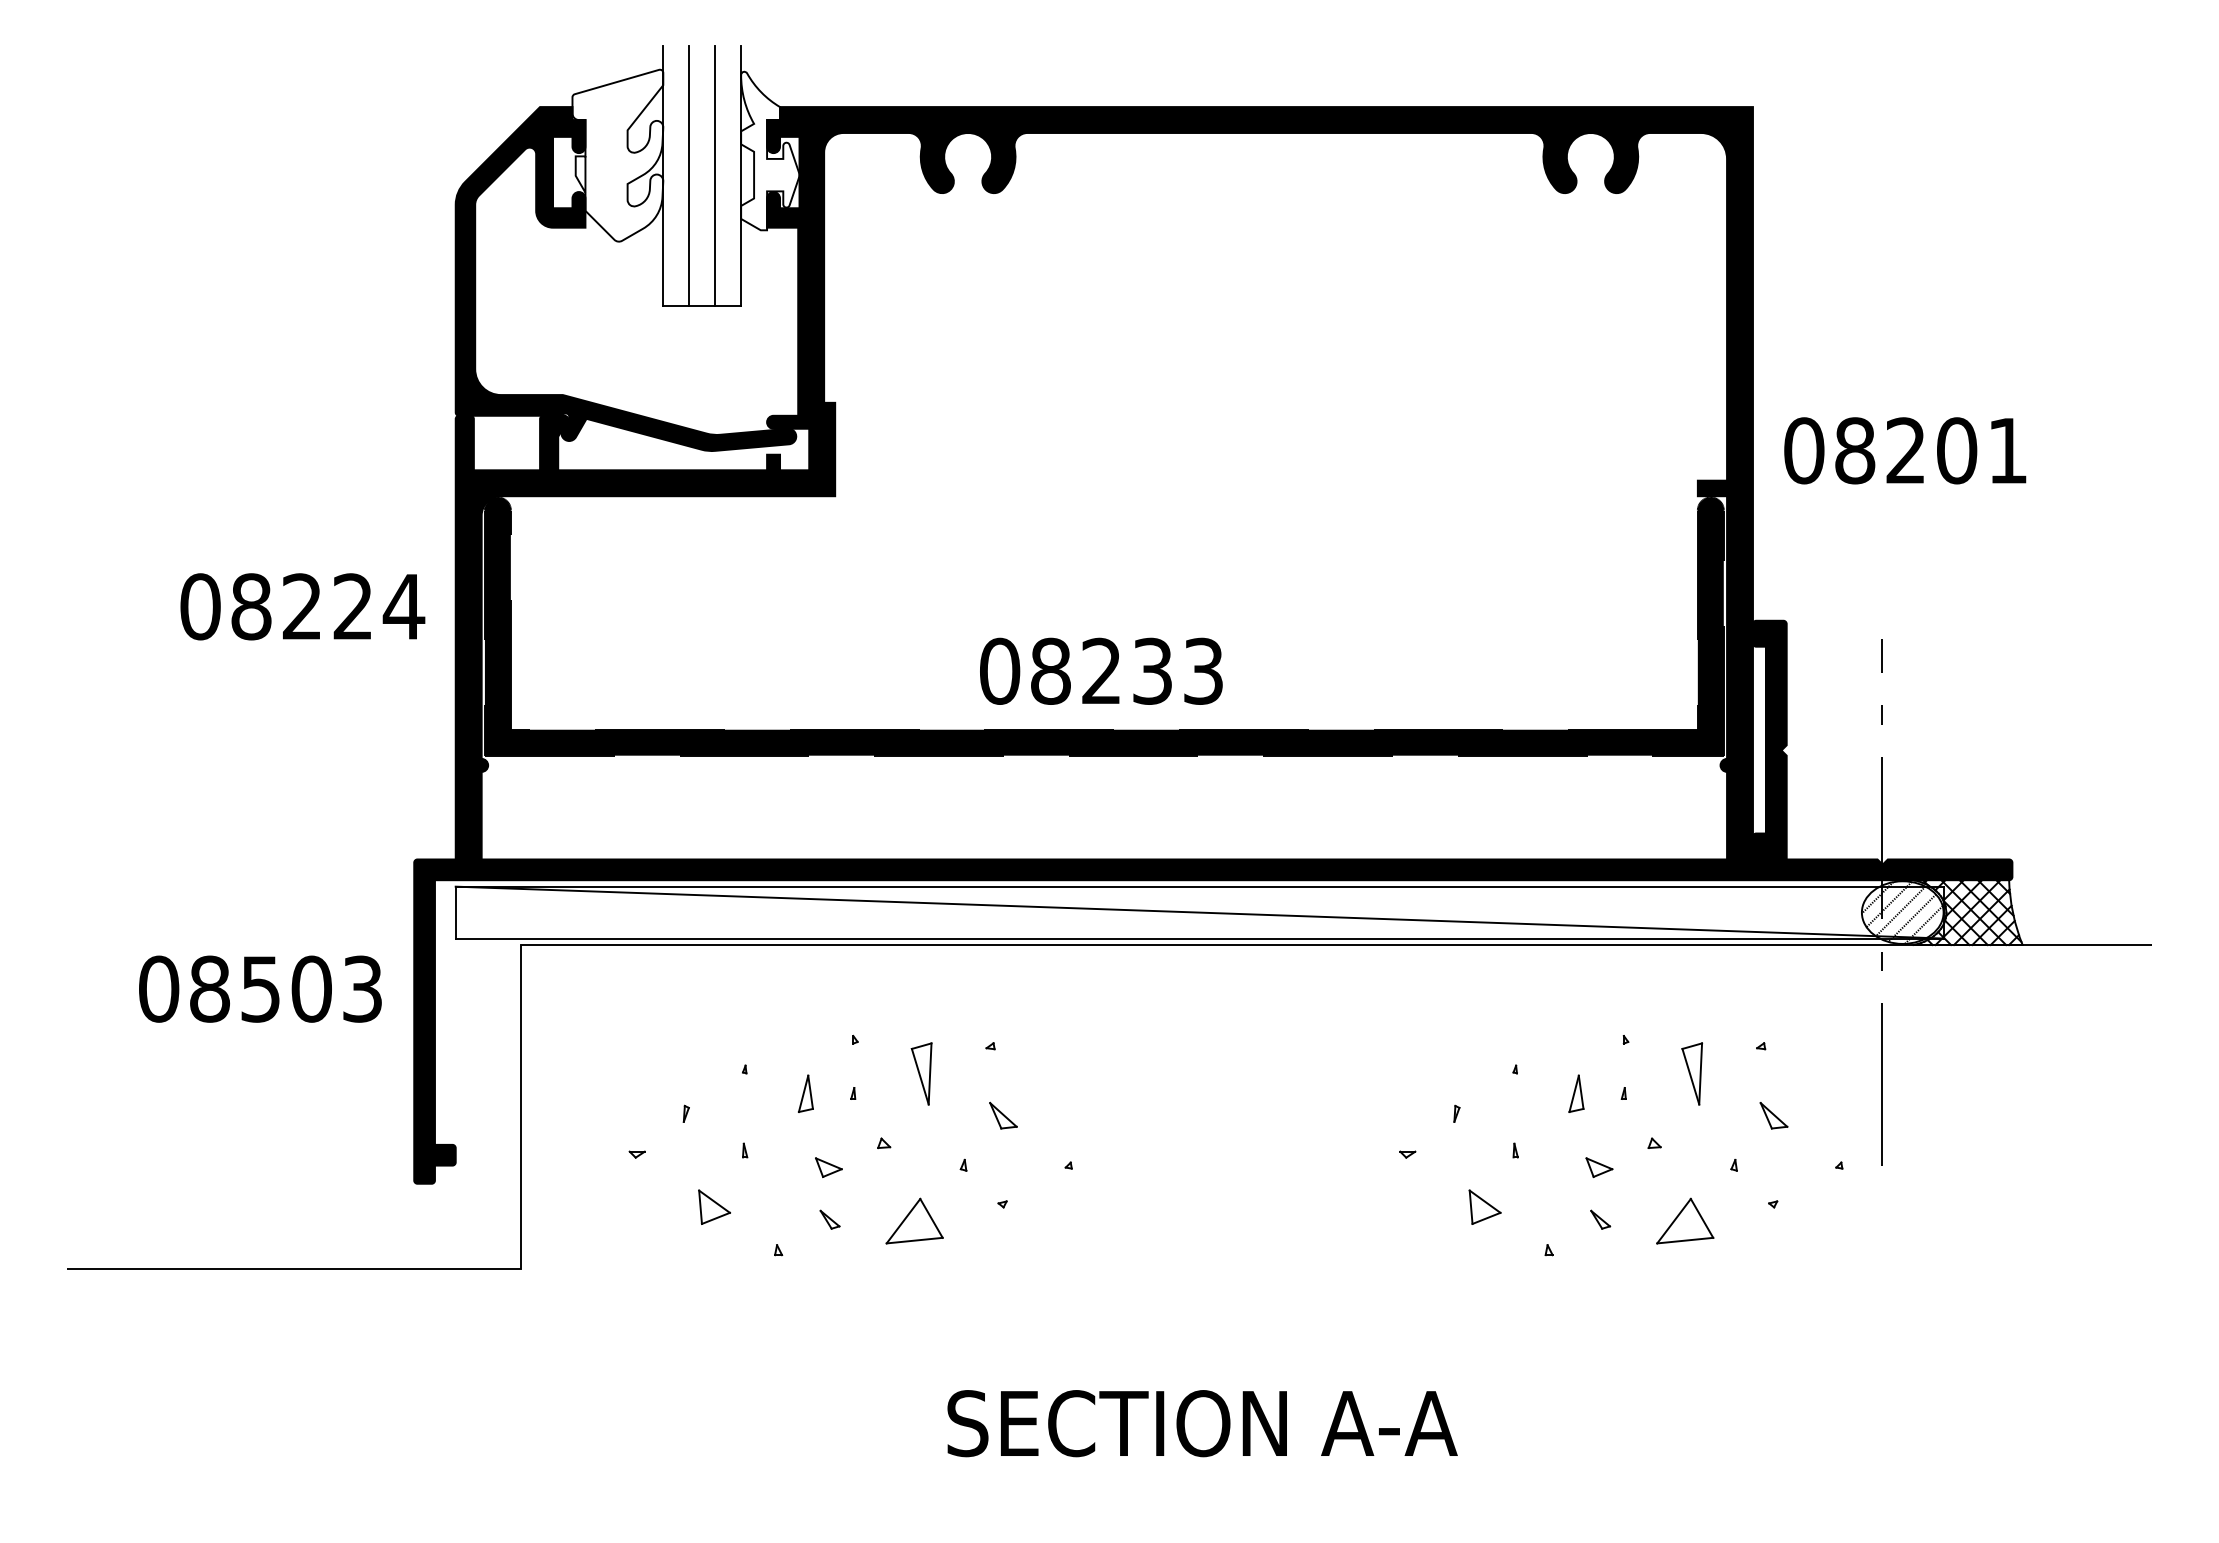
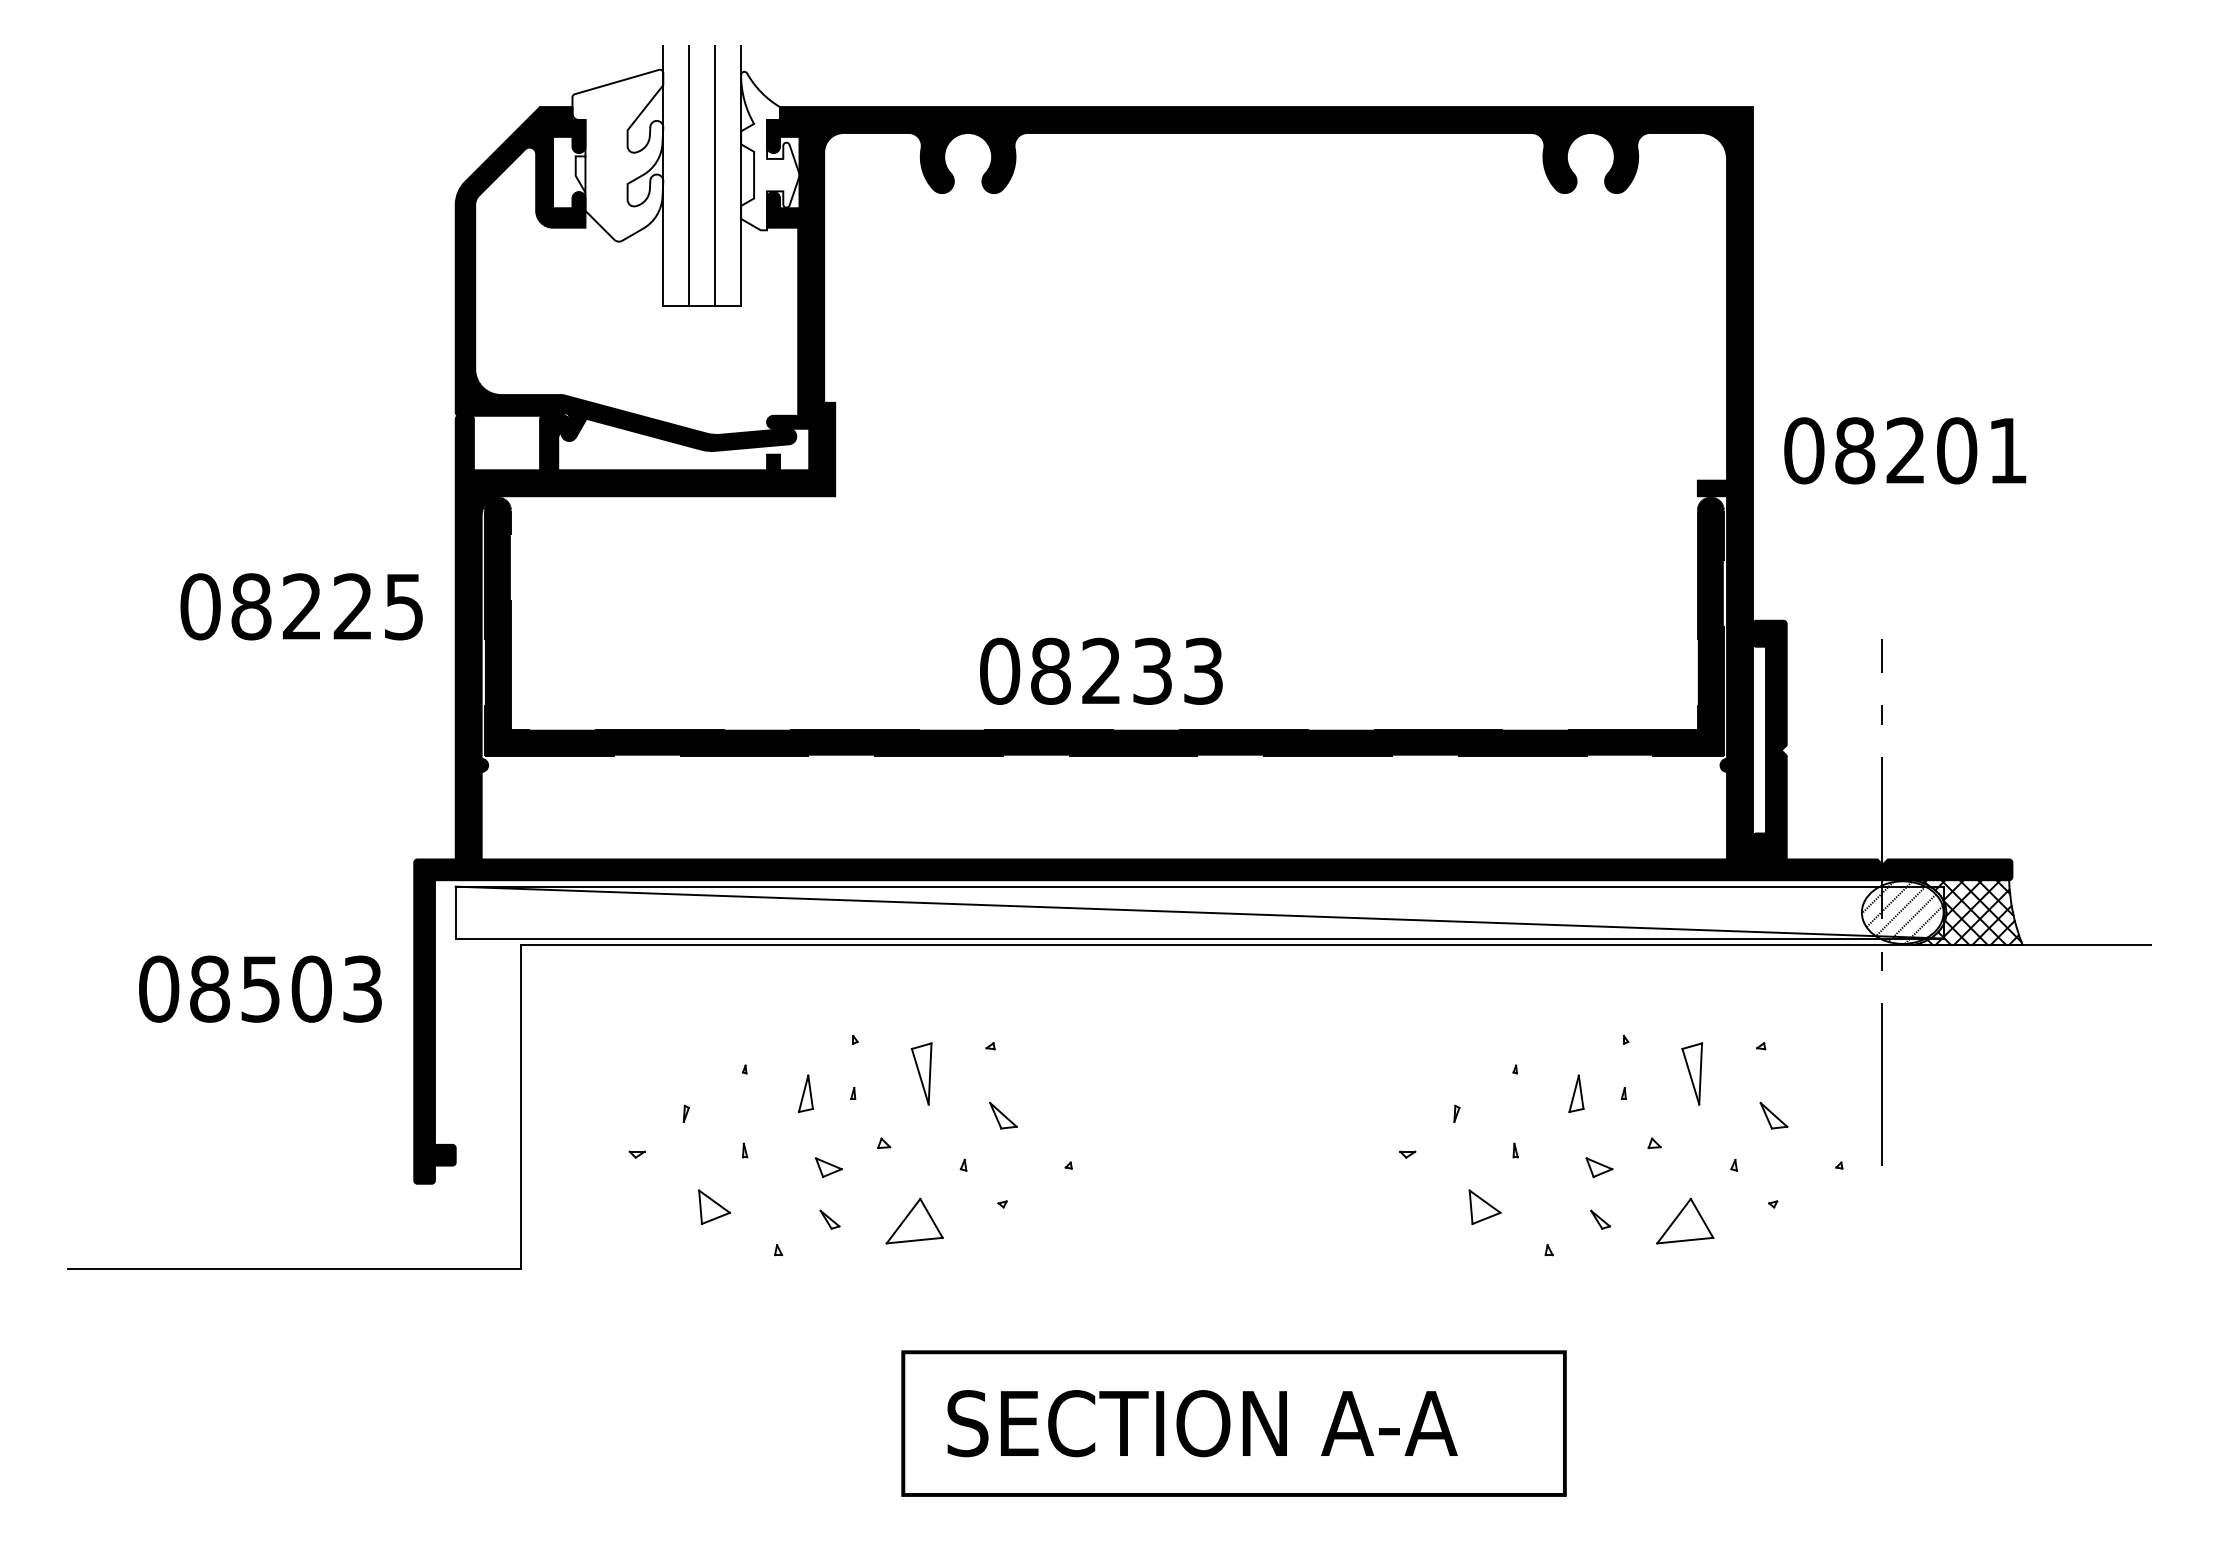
text at (403, 607): 08224 -> 08225
part at (1233, 1423): none -> present
